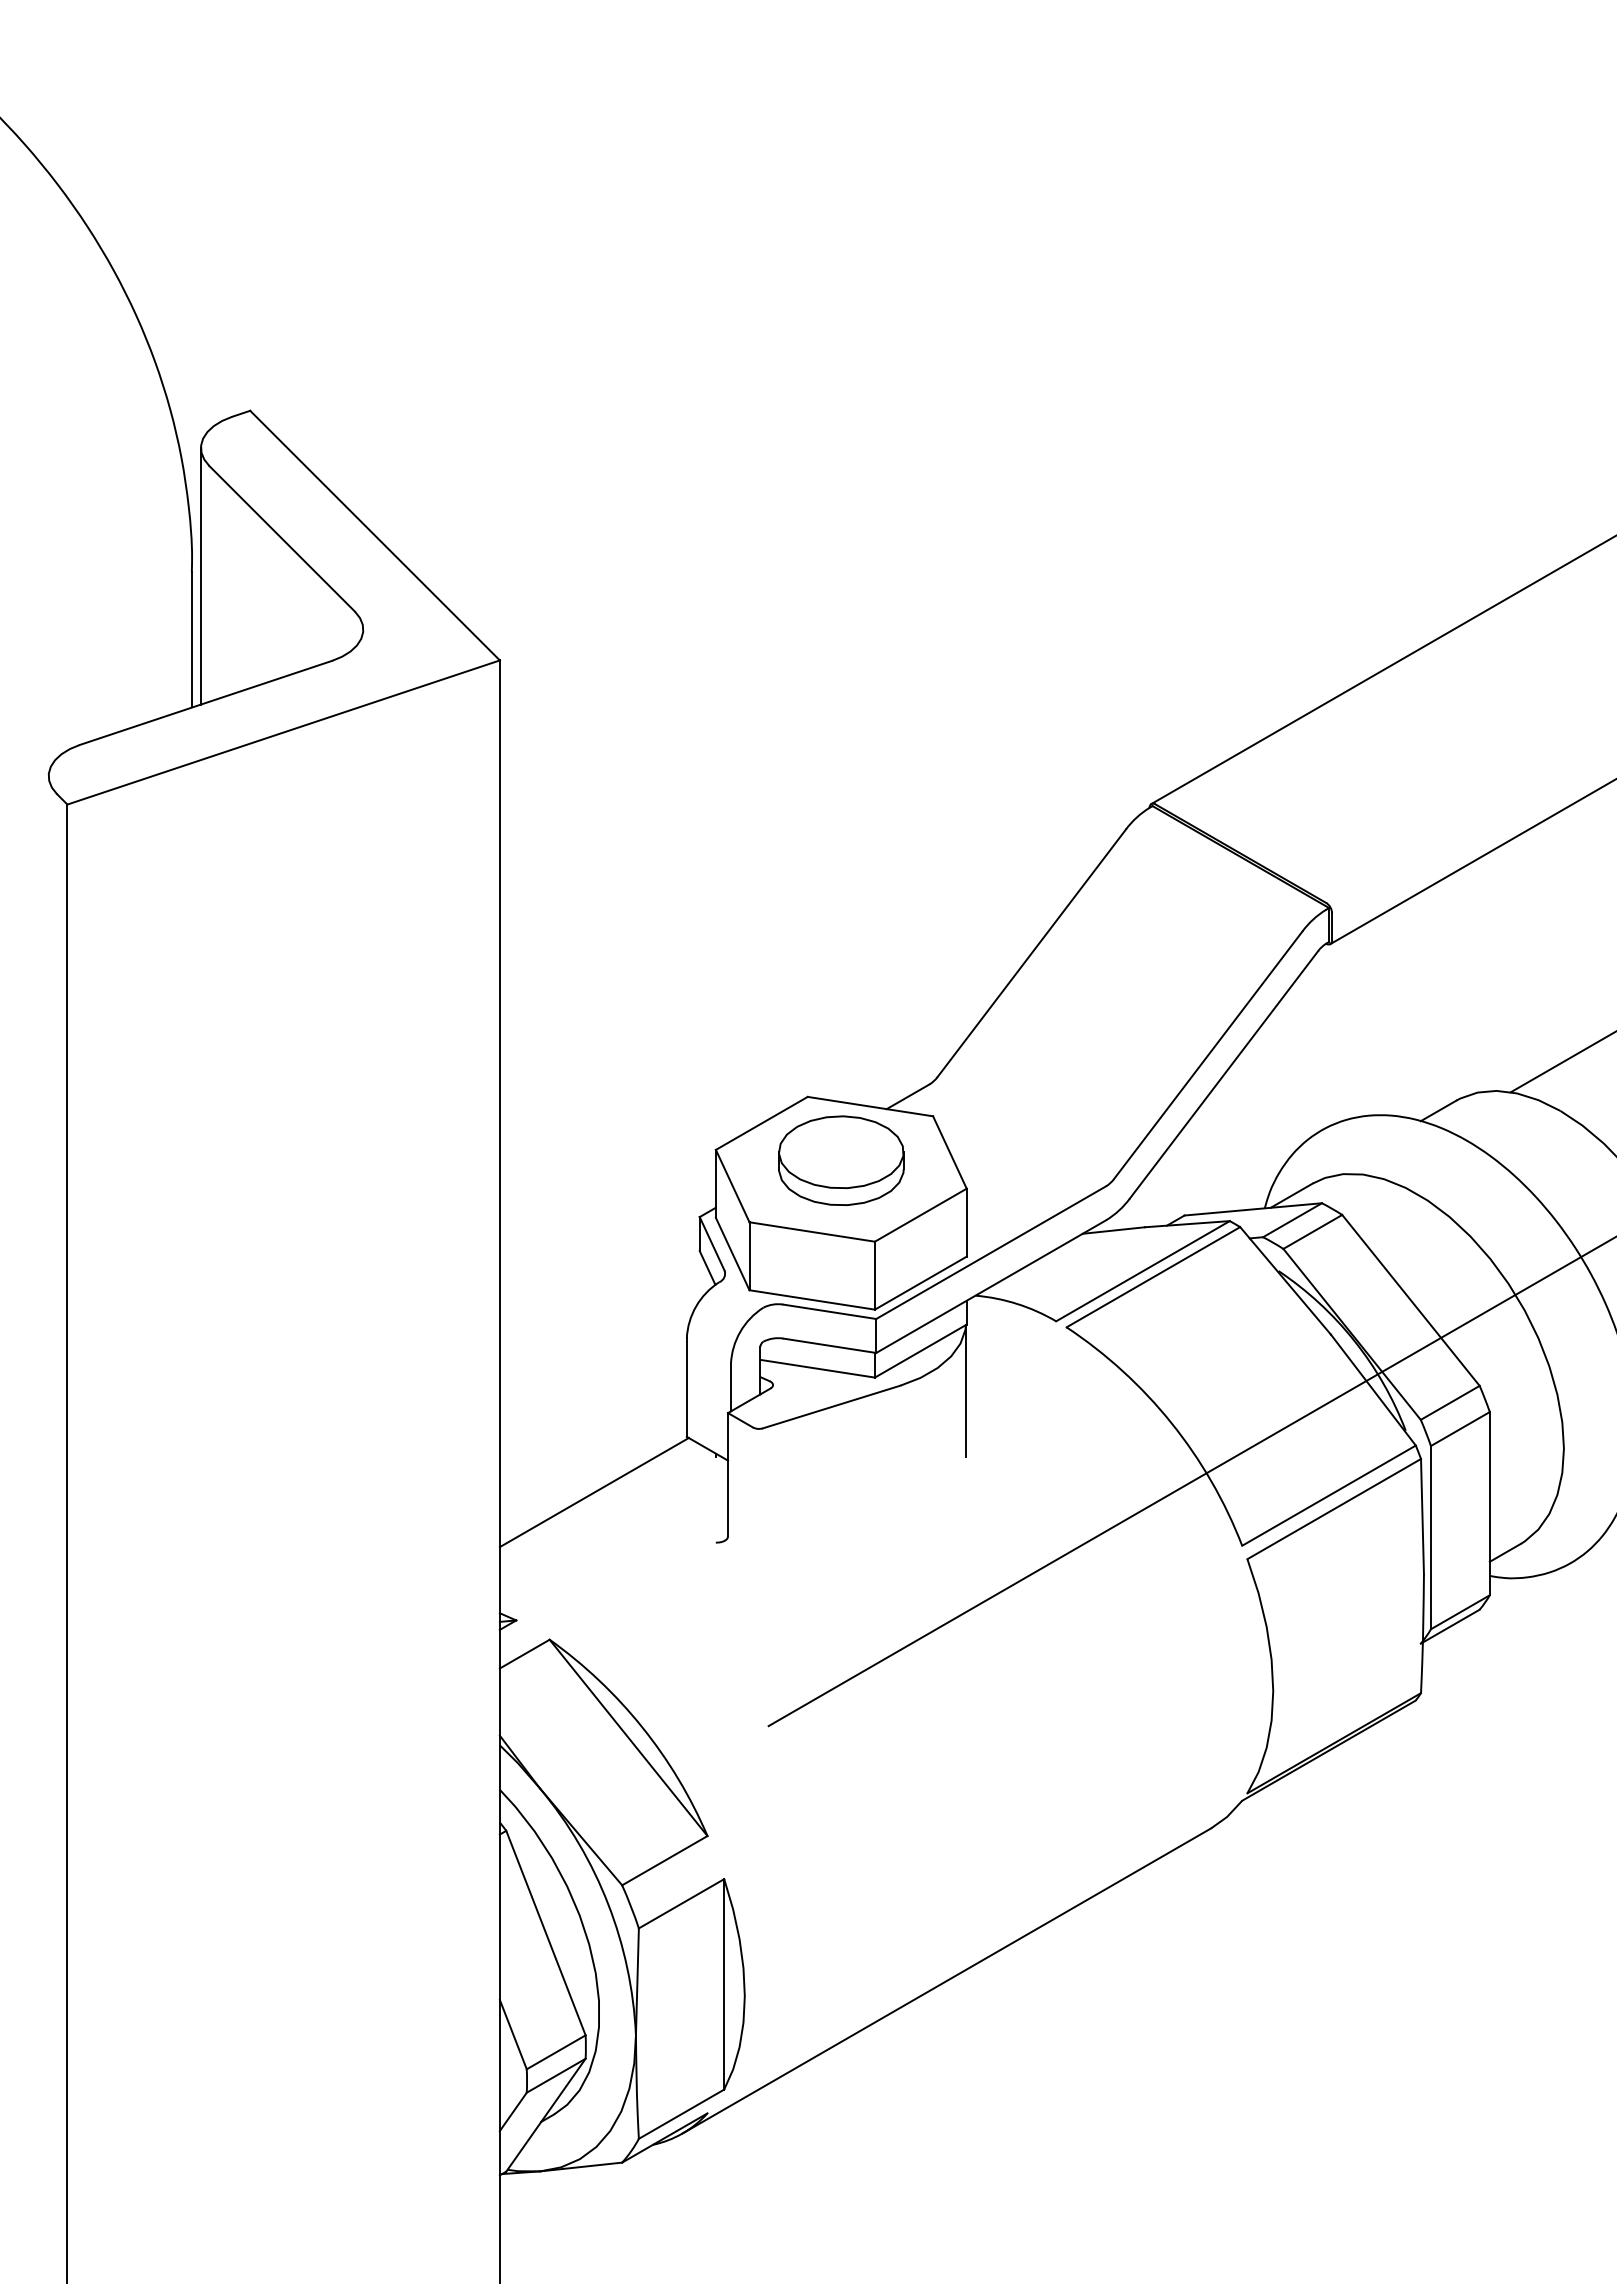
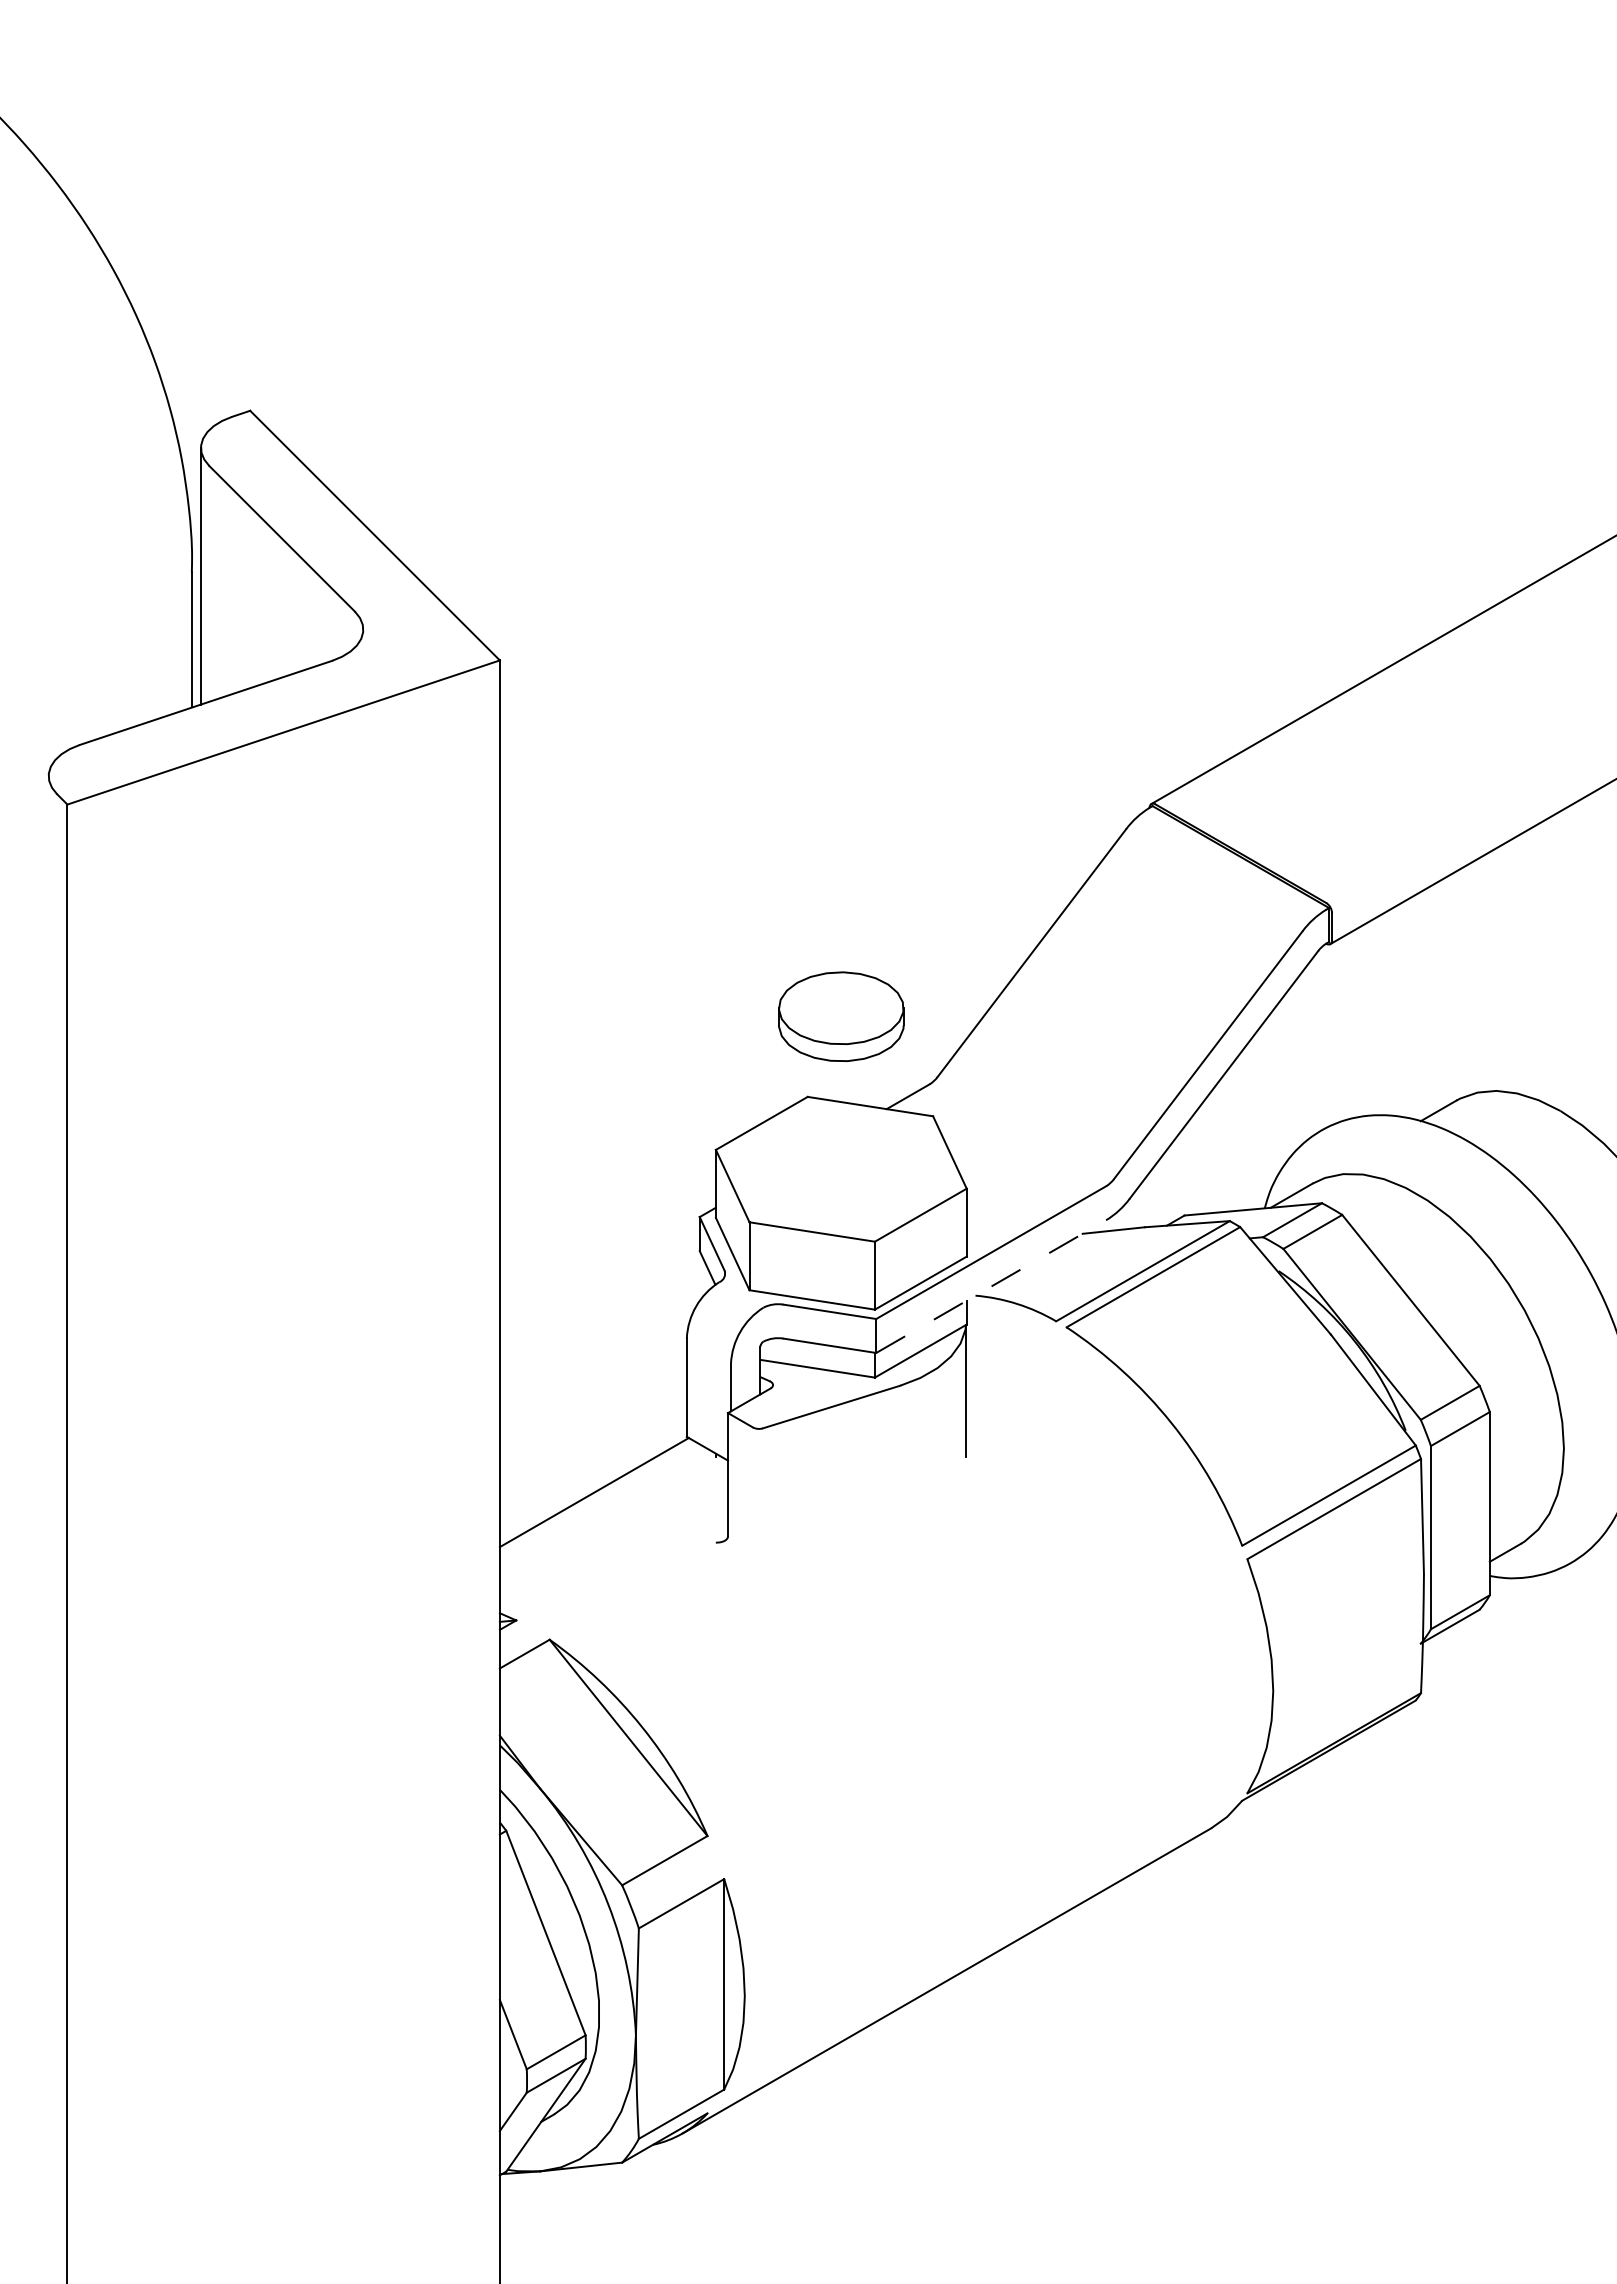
line at (1561, 1062): present -> none
part at (841, 1160) position: (841, 1160) -> (841, 1016)
line at (991, 1286): solid -> dashed
line at (1190, 1482): present -> none
